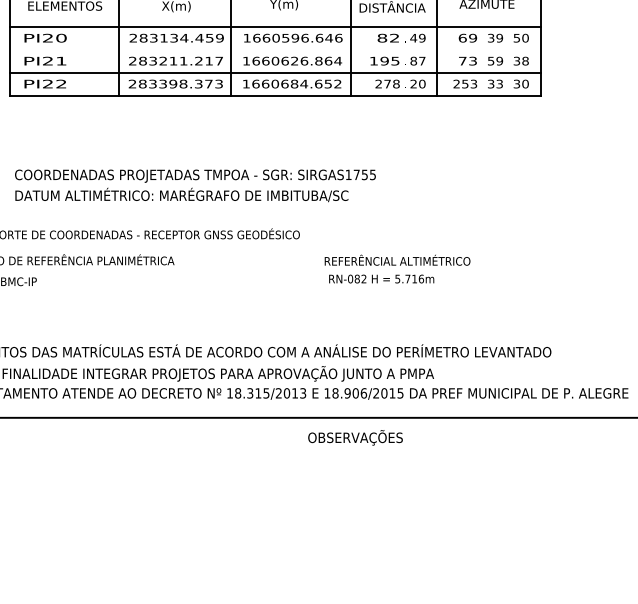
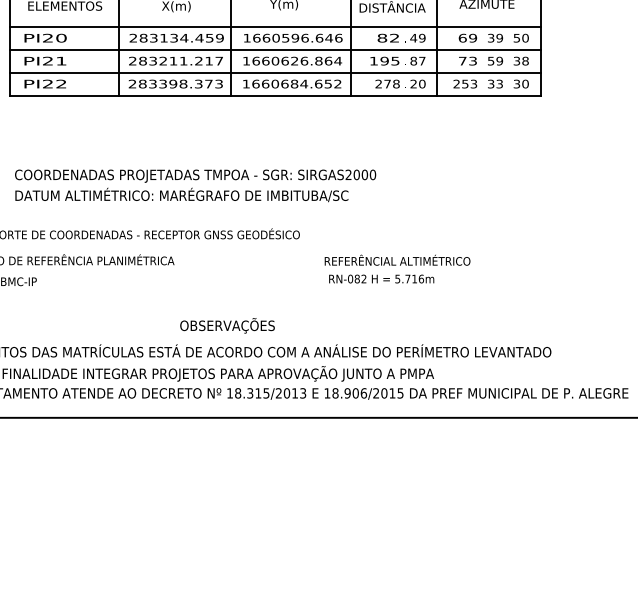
line at (274, 49): none -> present
text at (360, 174): SIRGAS1755 -> SIRGAS2000
text at (355, 437) position: (355, 437) -> (227, 325)
